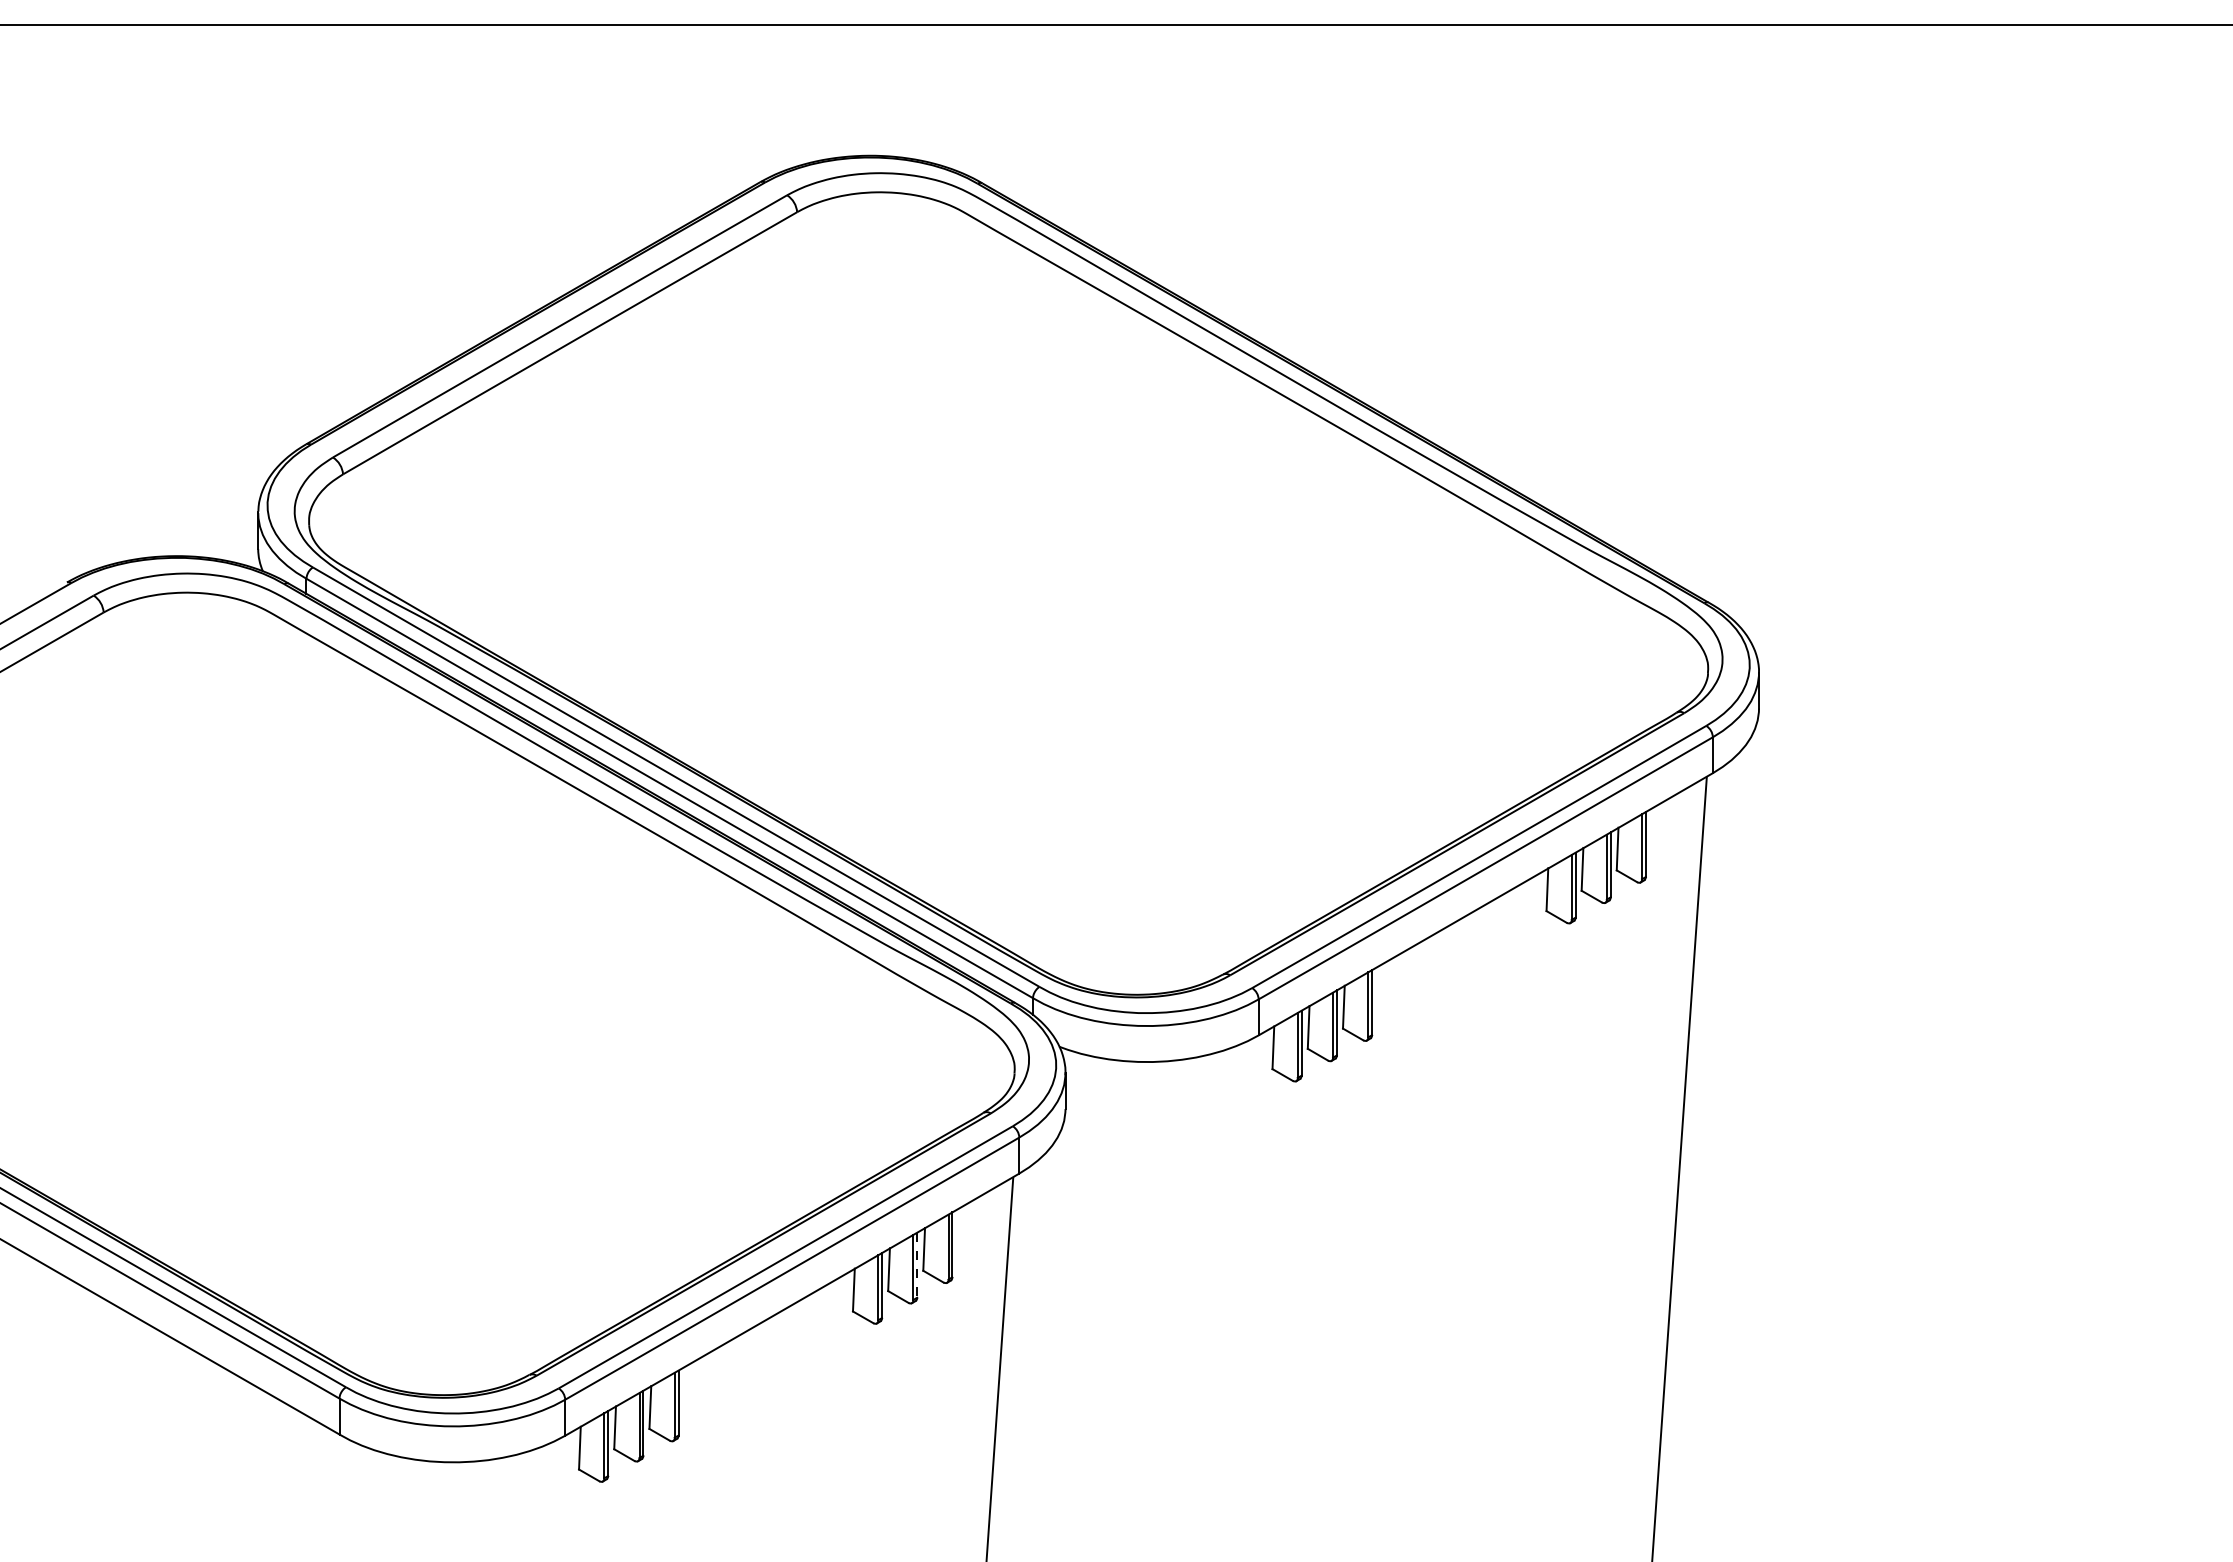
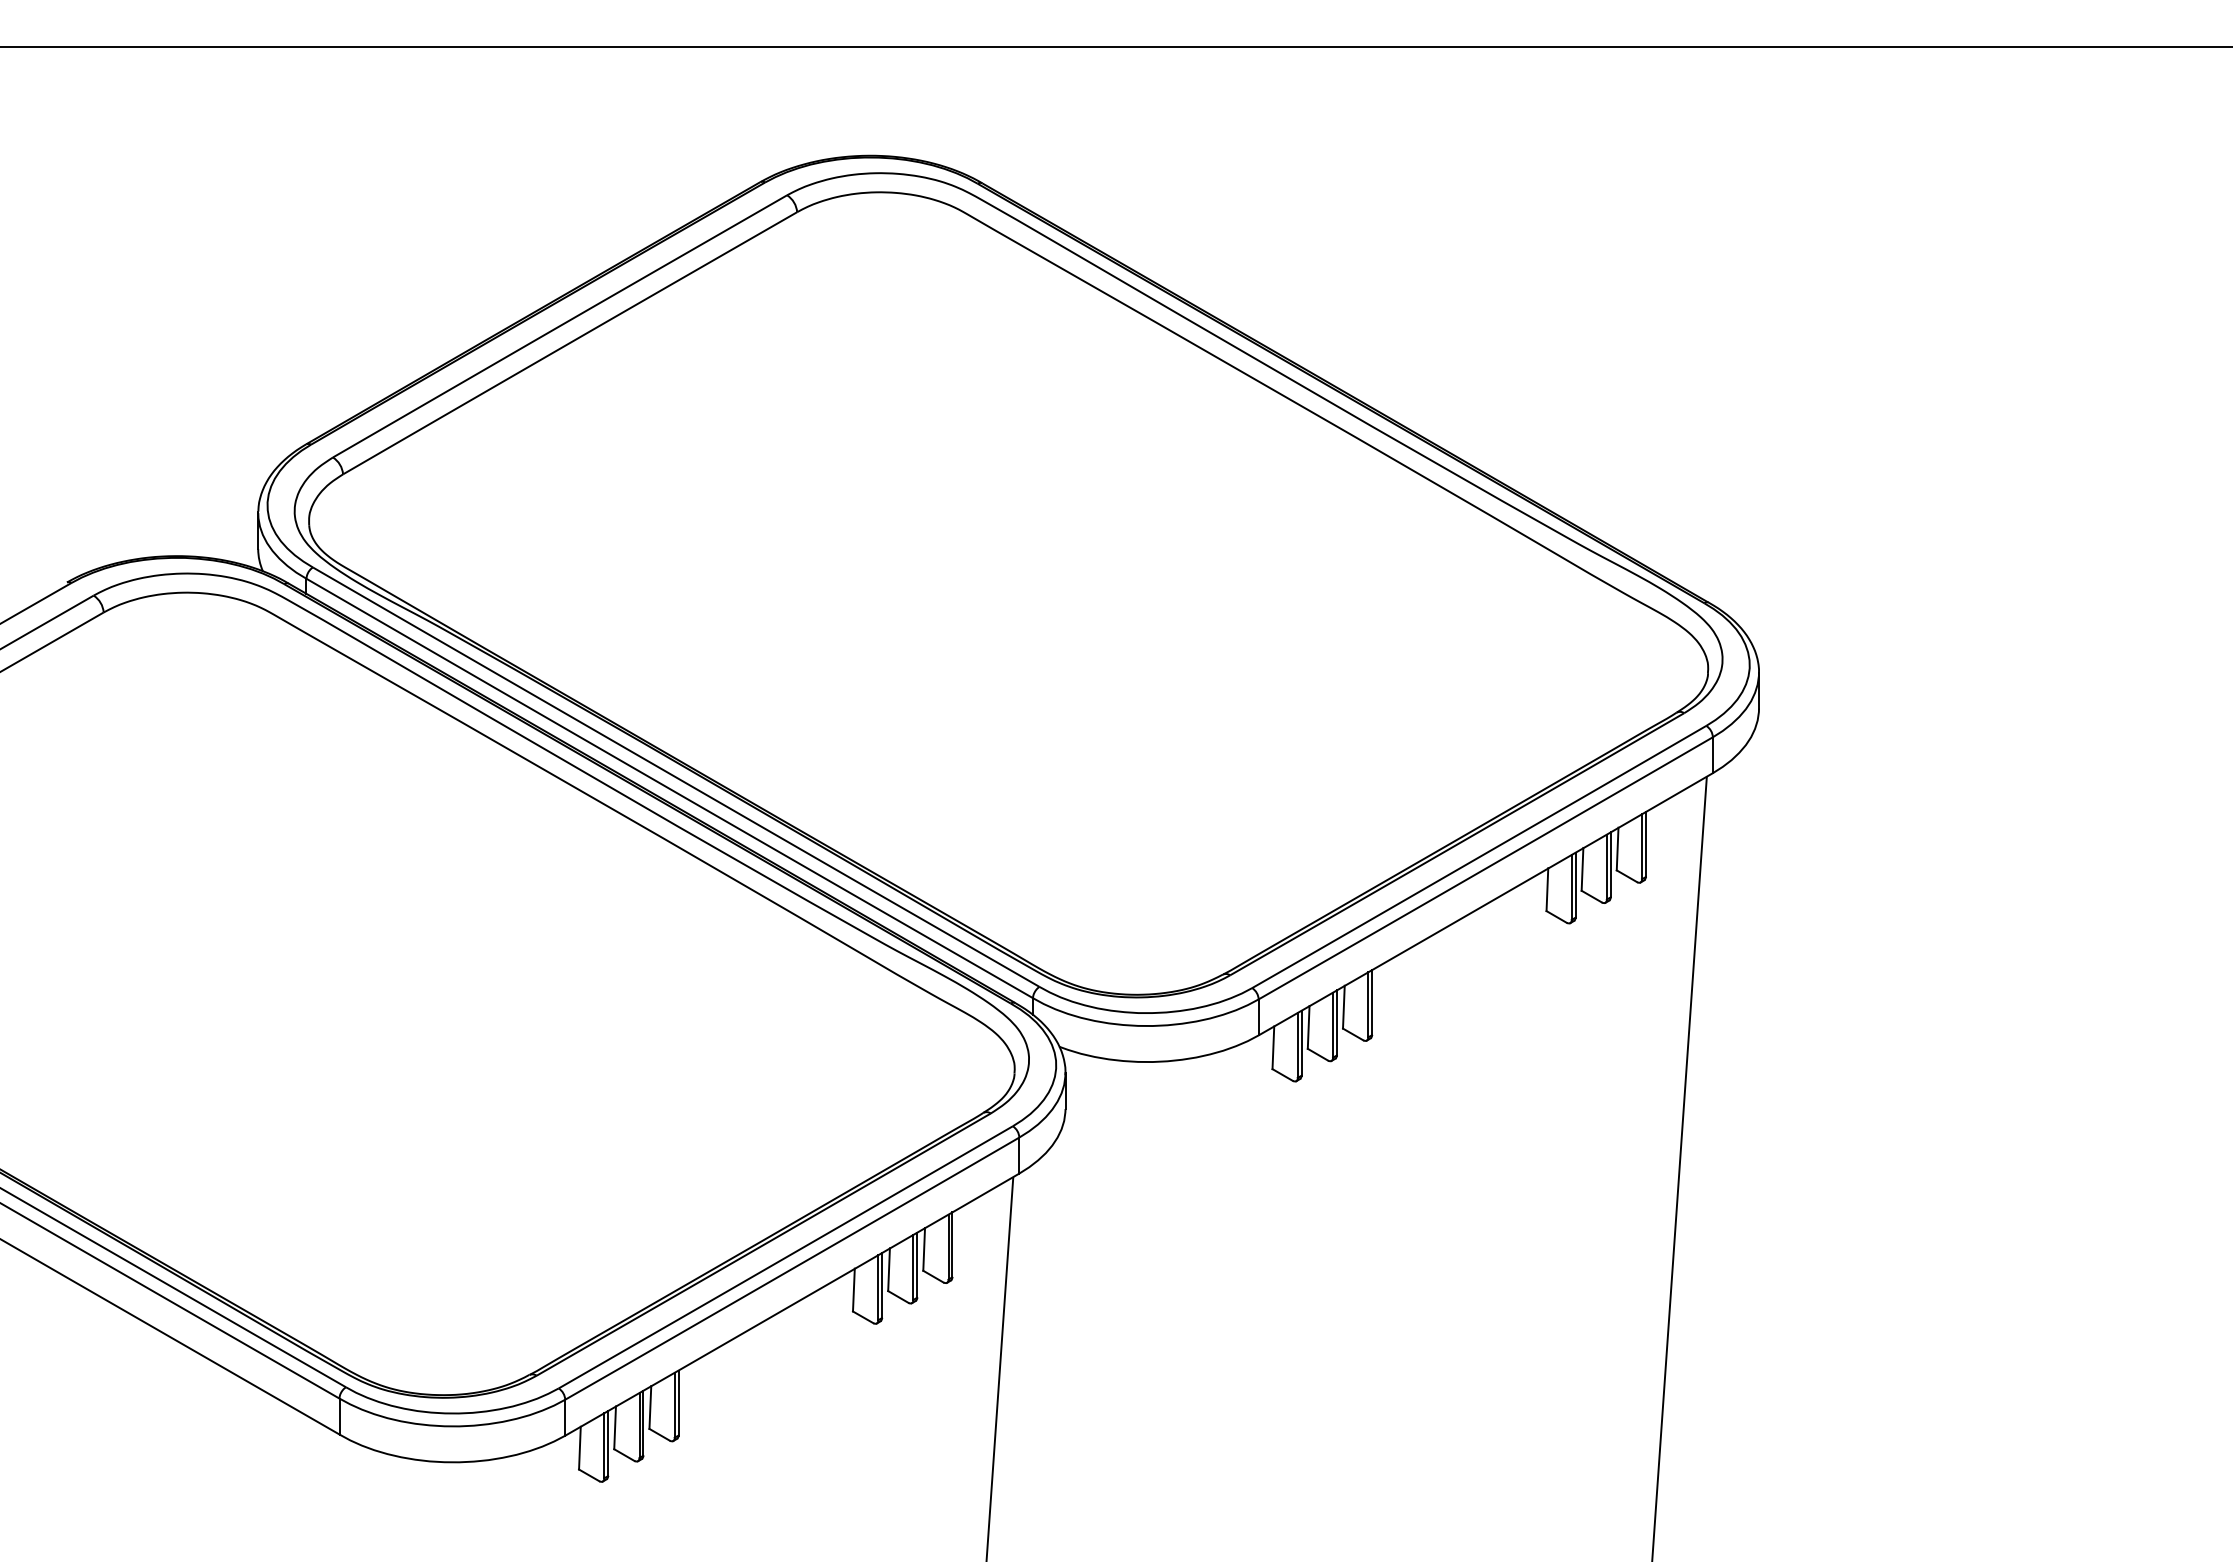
line at (1115, 25) position: (1115, 25) -> (1115, 47)
line at (917, 1265): dashed -> solid
